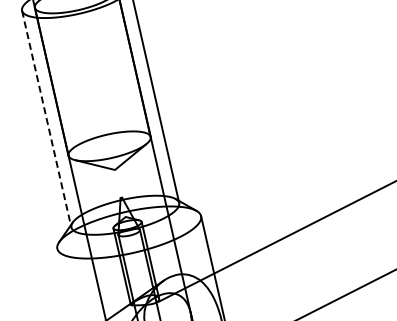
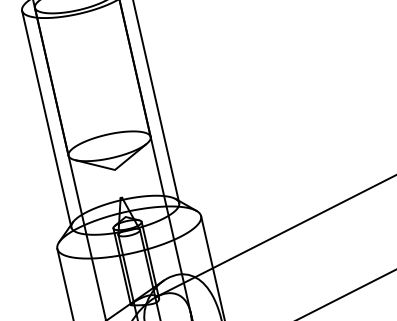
line at (46, 119): dashed -> solid
line at (275, 241) position: (275, 241) -> (274, 236)
line at (64, 282): none -> present
